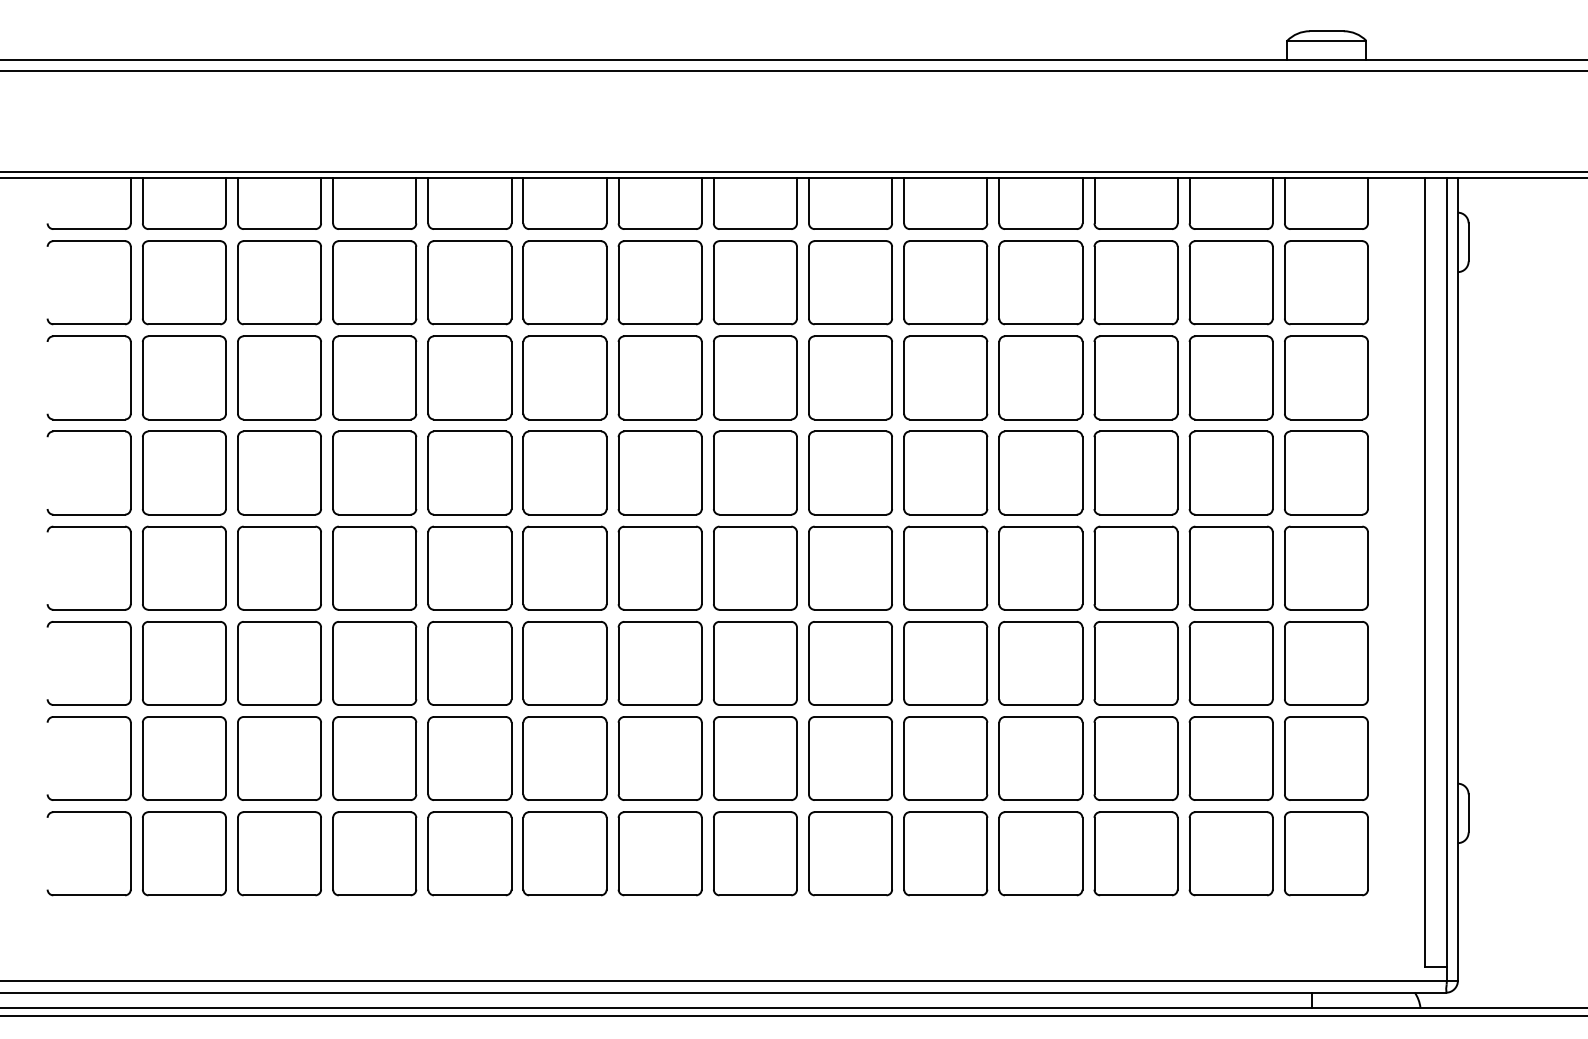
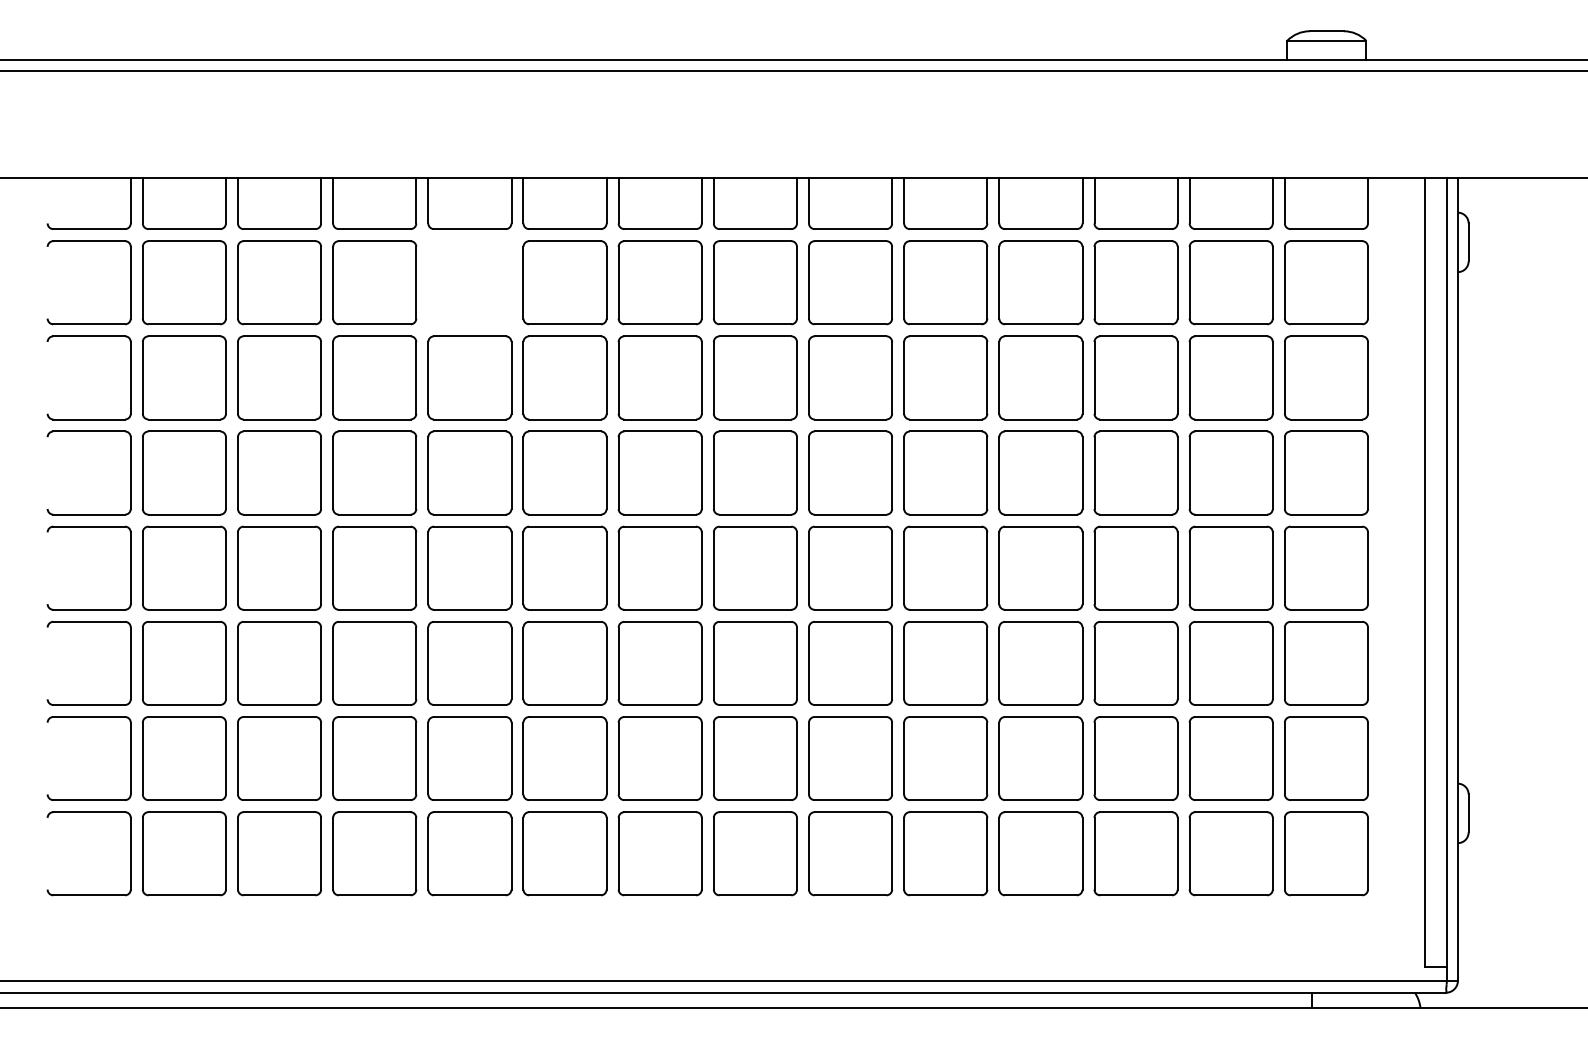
line at (793, 172): present -> none
part at (469, 282): present -> none
line at (793, 1015): present -> none
